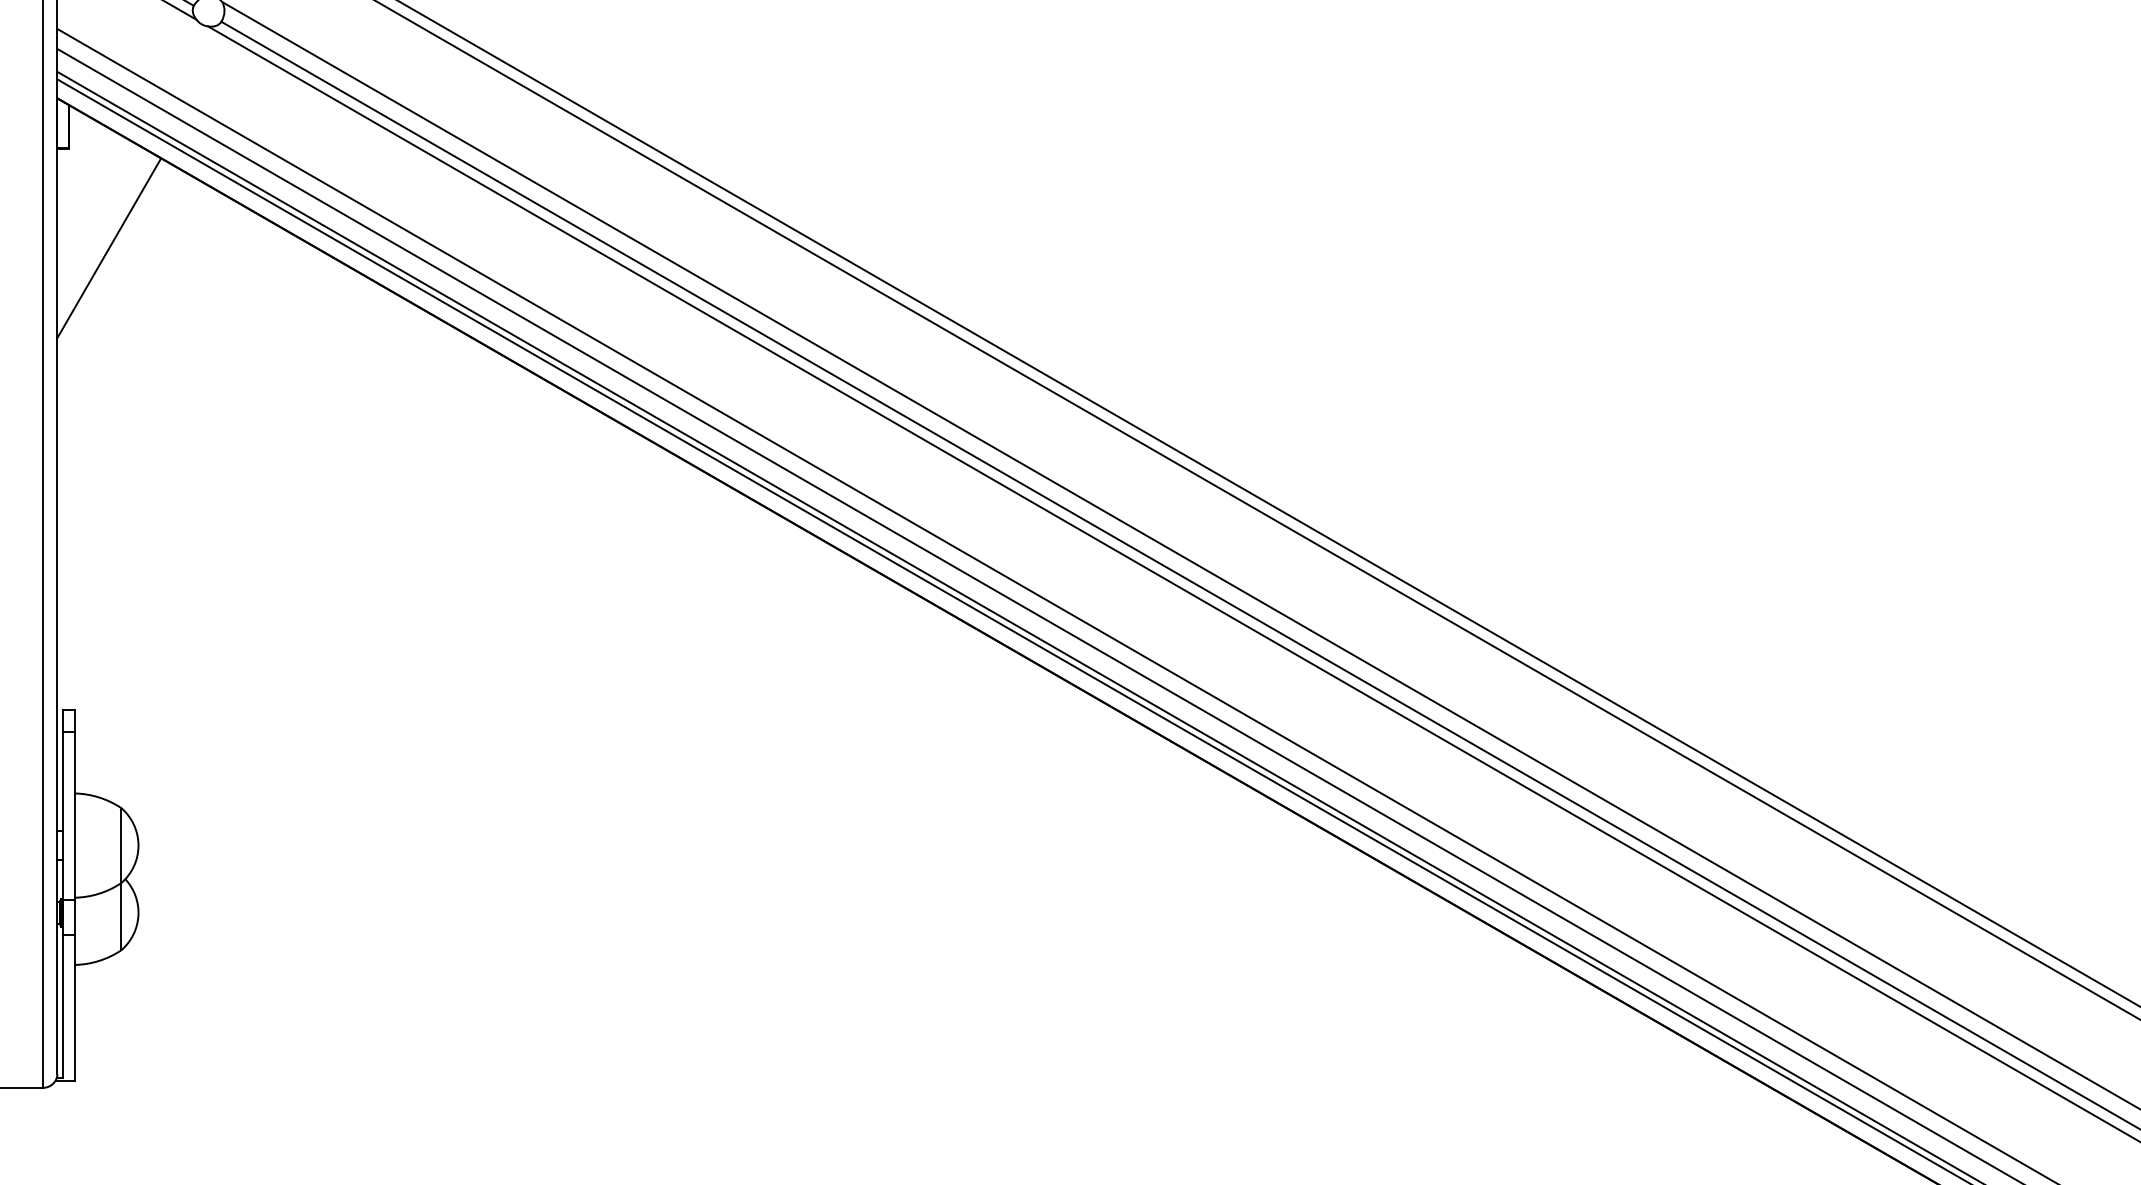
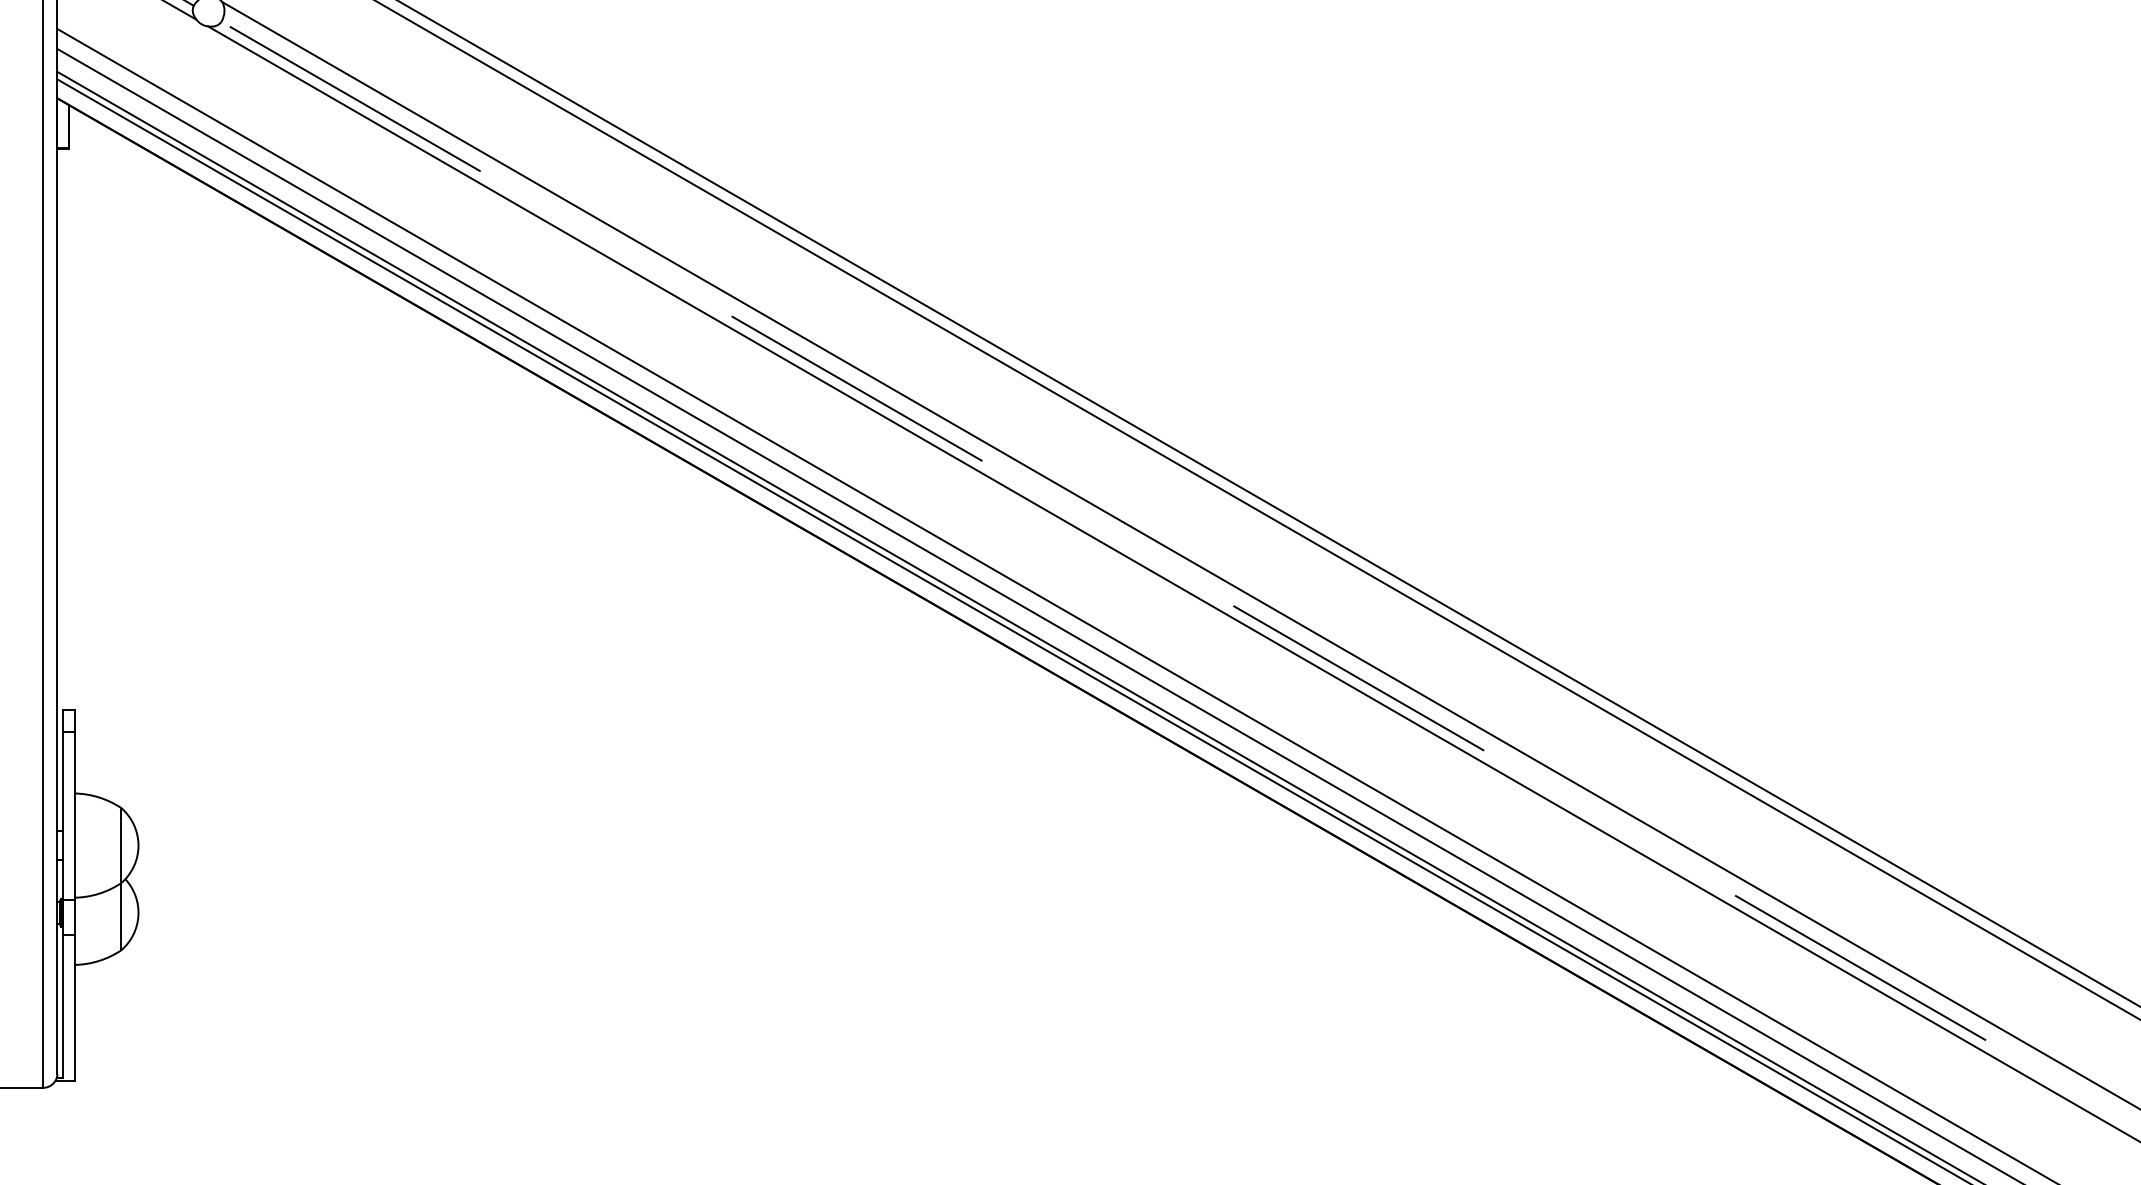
line at (109, 248): present -> none
line at (1180, 575): solid -> dashed
